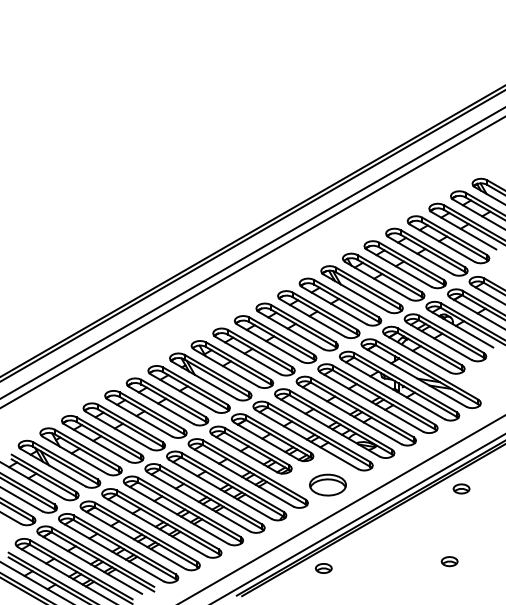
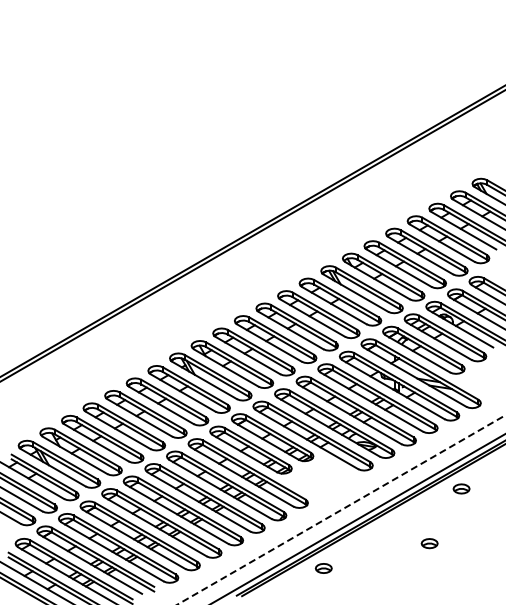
line at (252, 252): present -> none
line at (252, 262): present -> none
part at (327, 484): present -> none
line at (341, 509): solid -> dashed
part at (449, 561) position: (449, 561) -> (429, 543)
